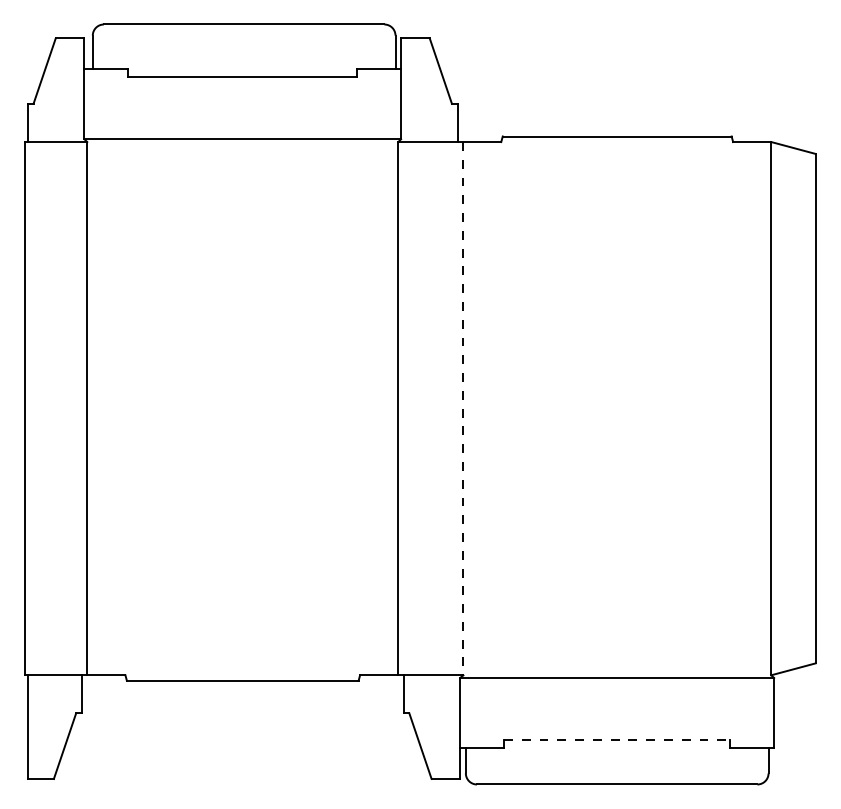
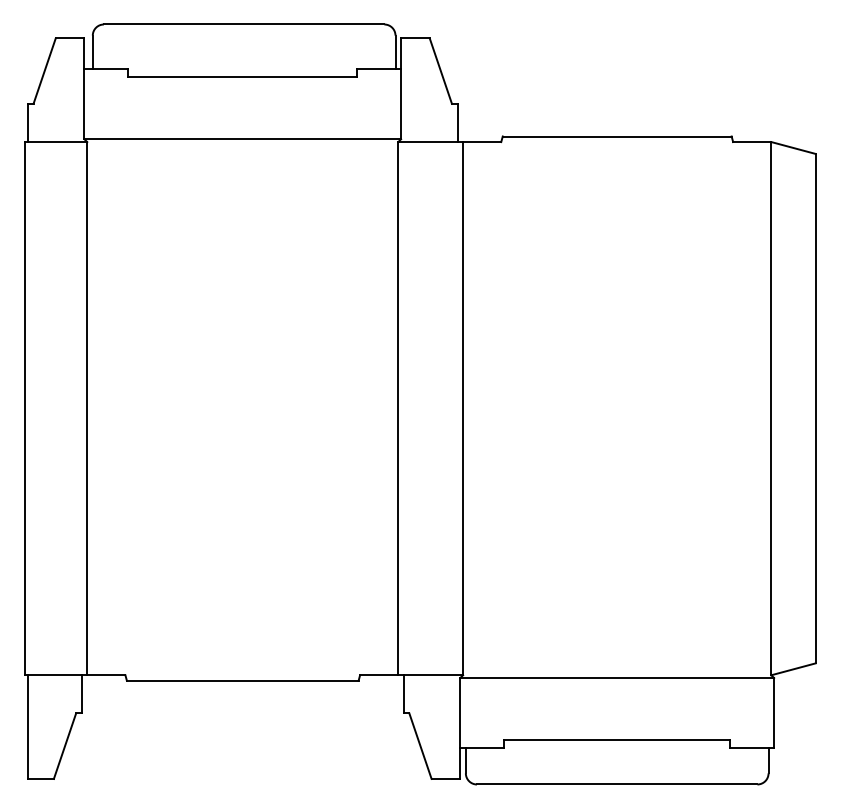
line at (463, 408): dashed -> solid
line at (617, 740): dashed -> solid
